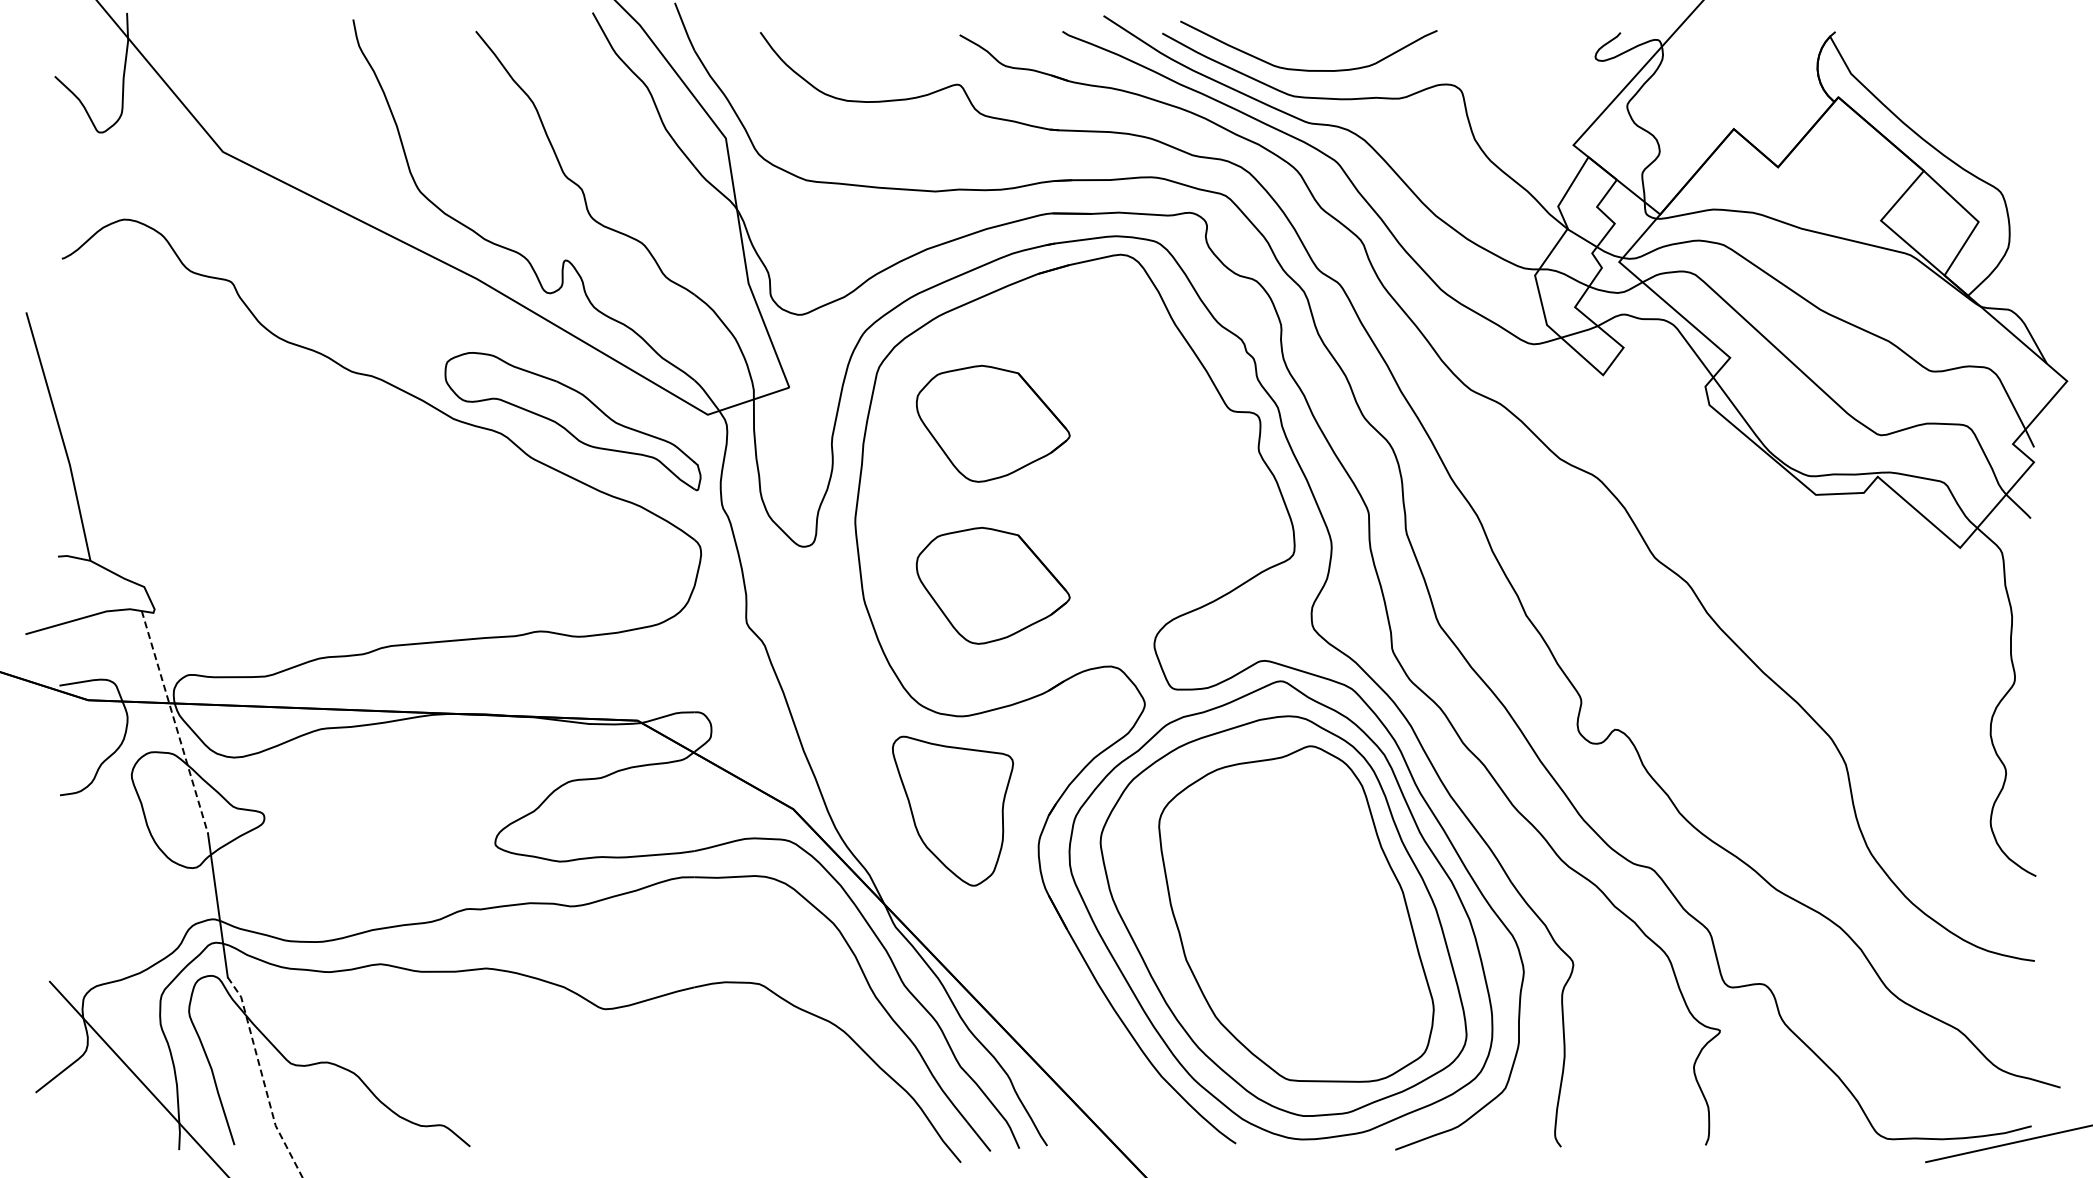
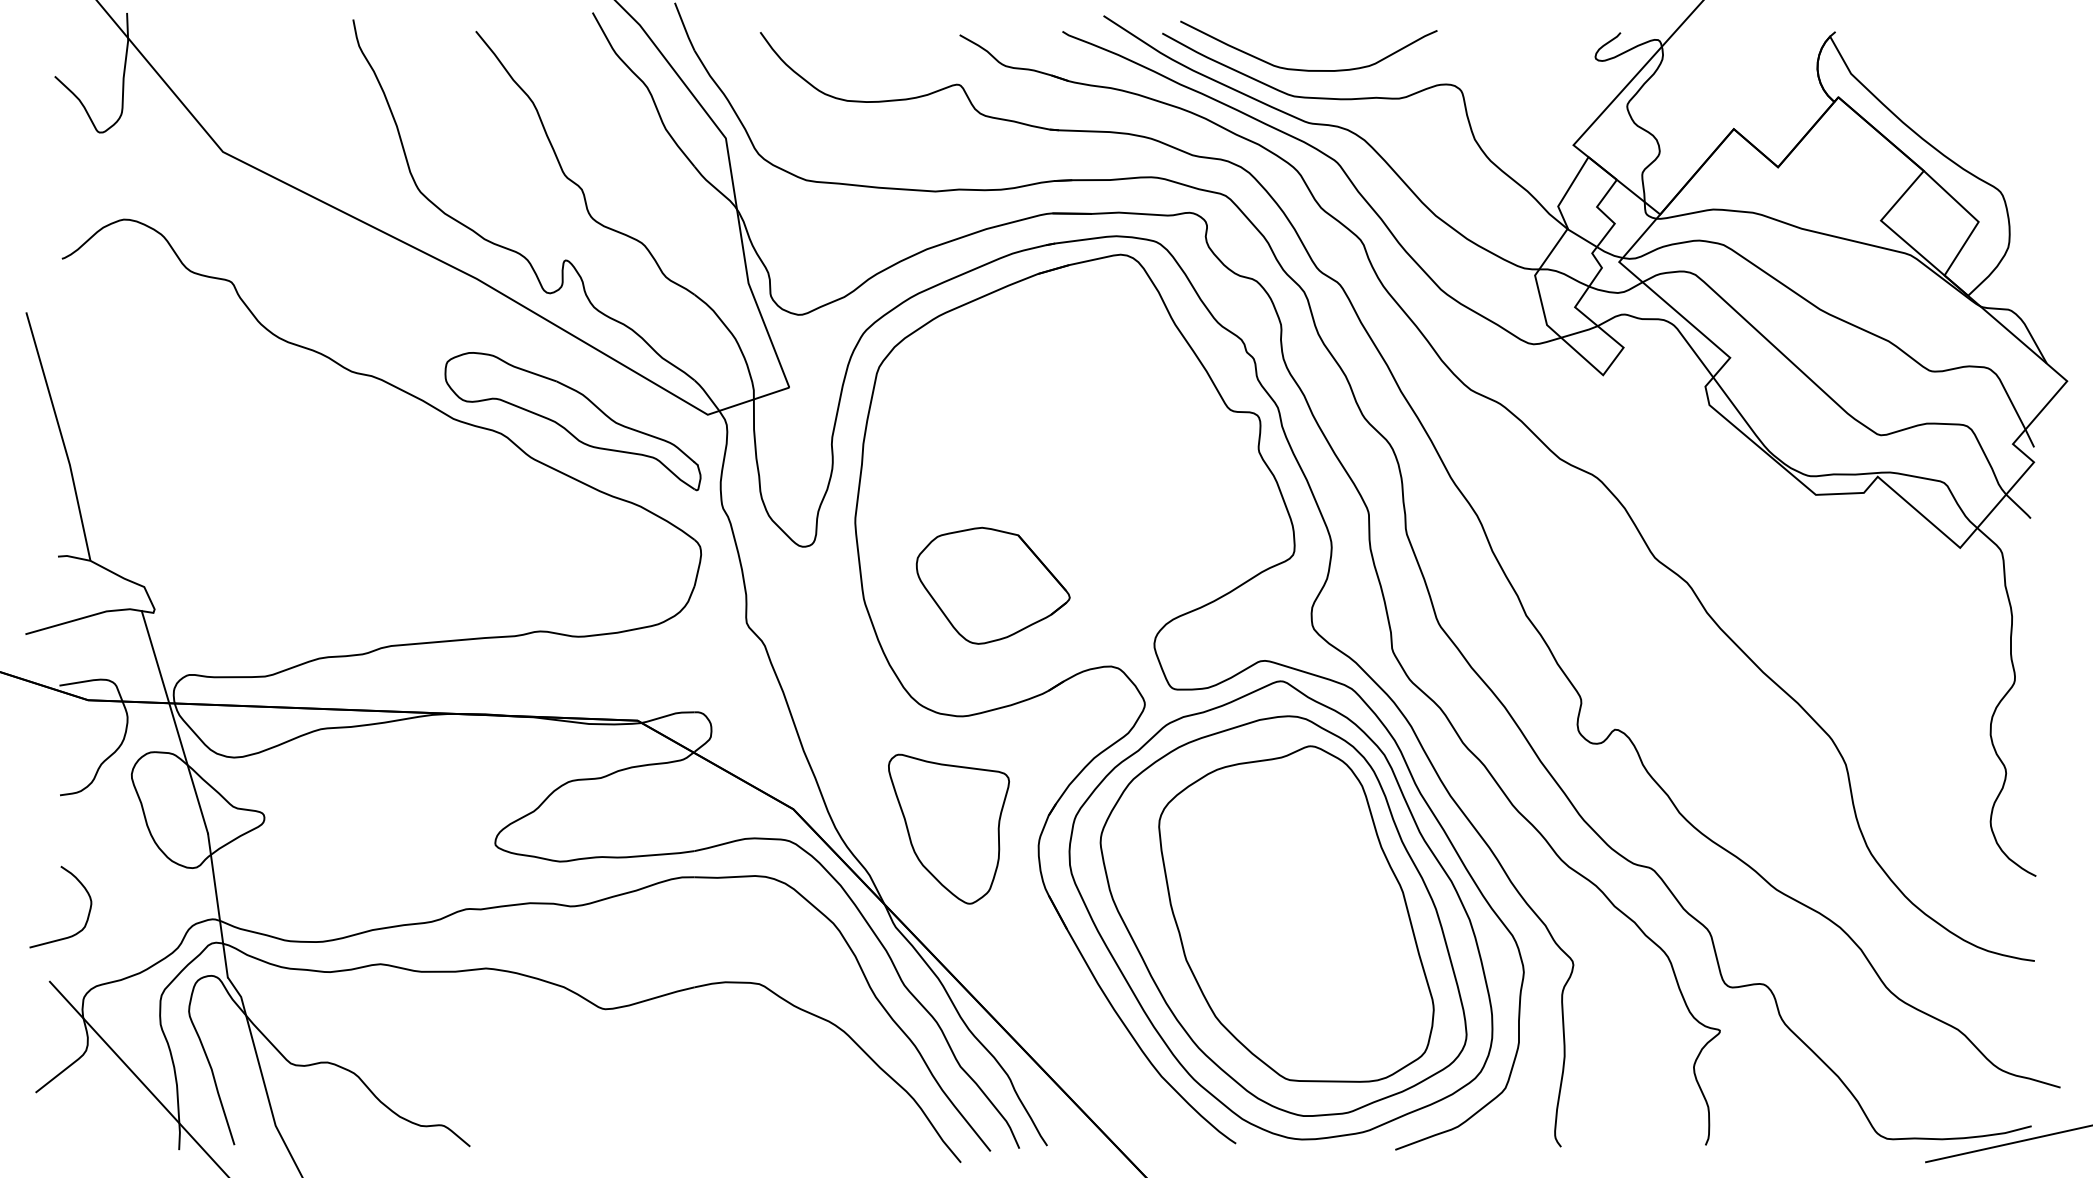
part at (992, 423): present -> none
line at (175, 722): dashed -> solid
part at (952, 810) position: (952, 810) -> (948, 828)
curve at (88, 911): none -> present
line at (262, 1077): dashed -> solid
